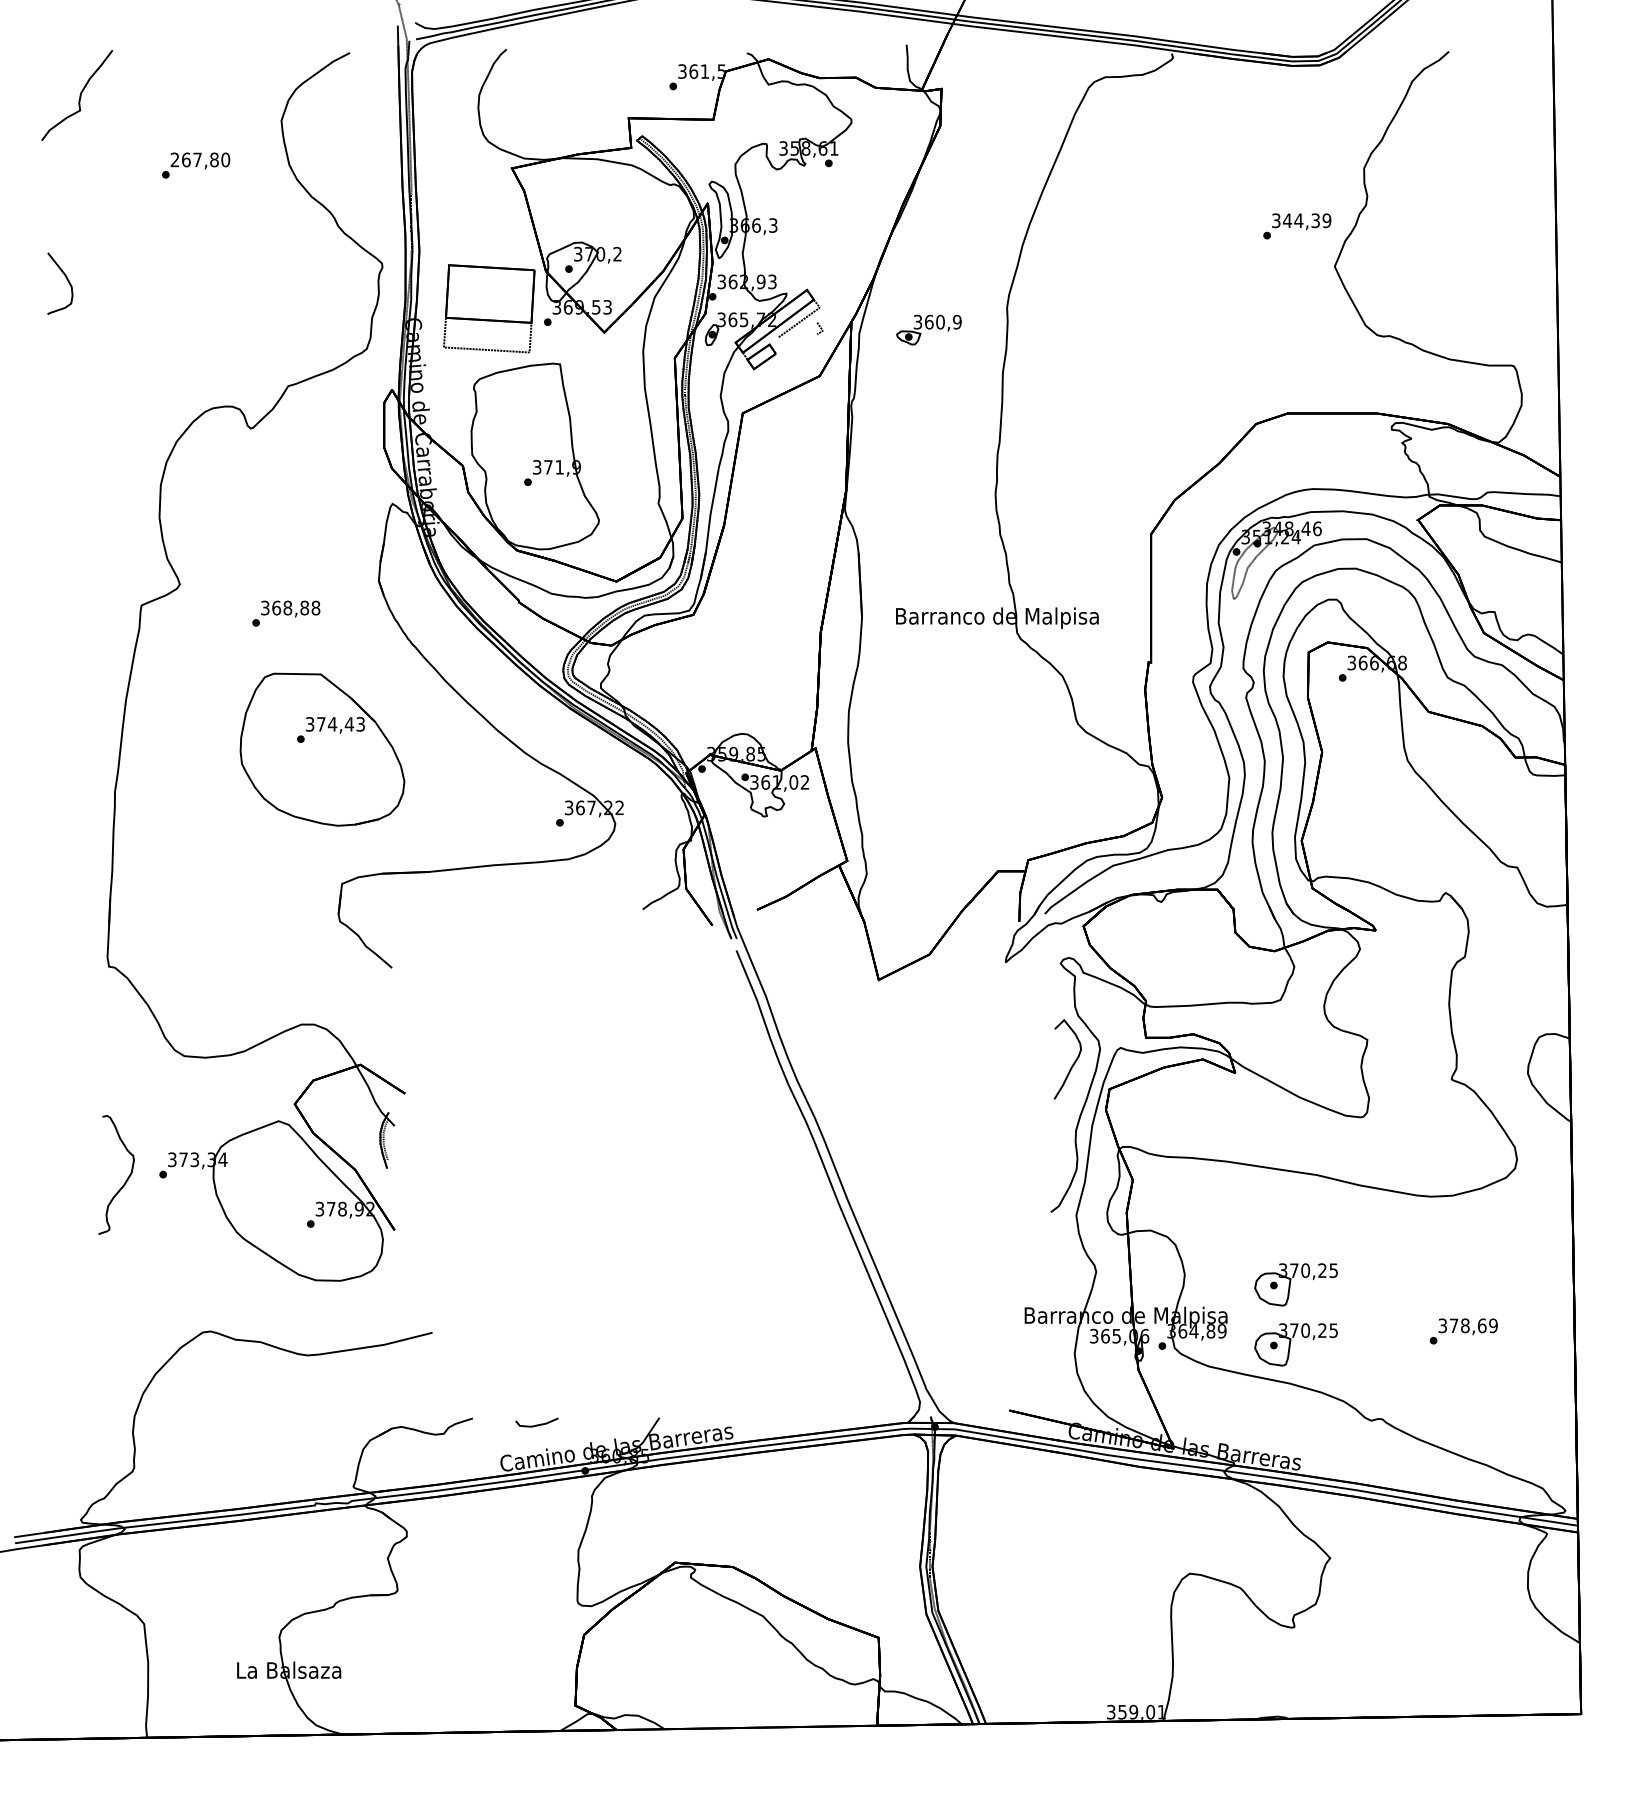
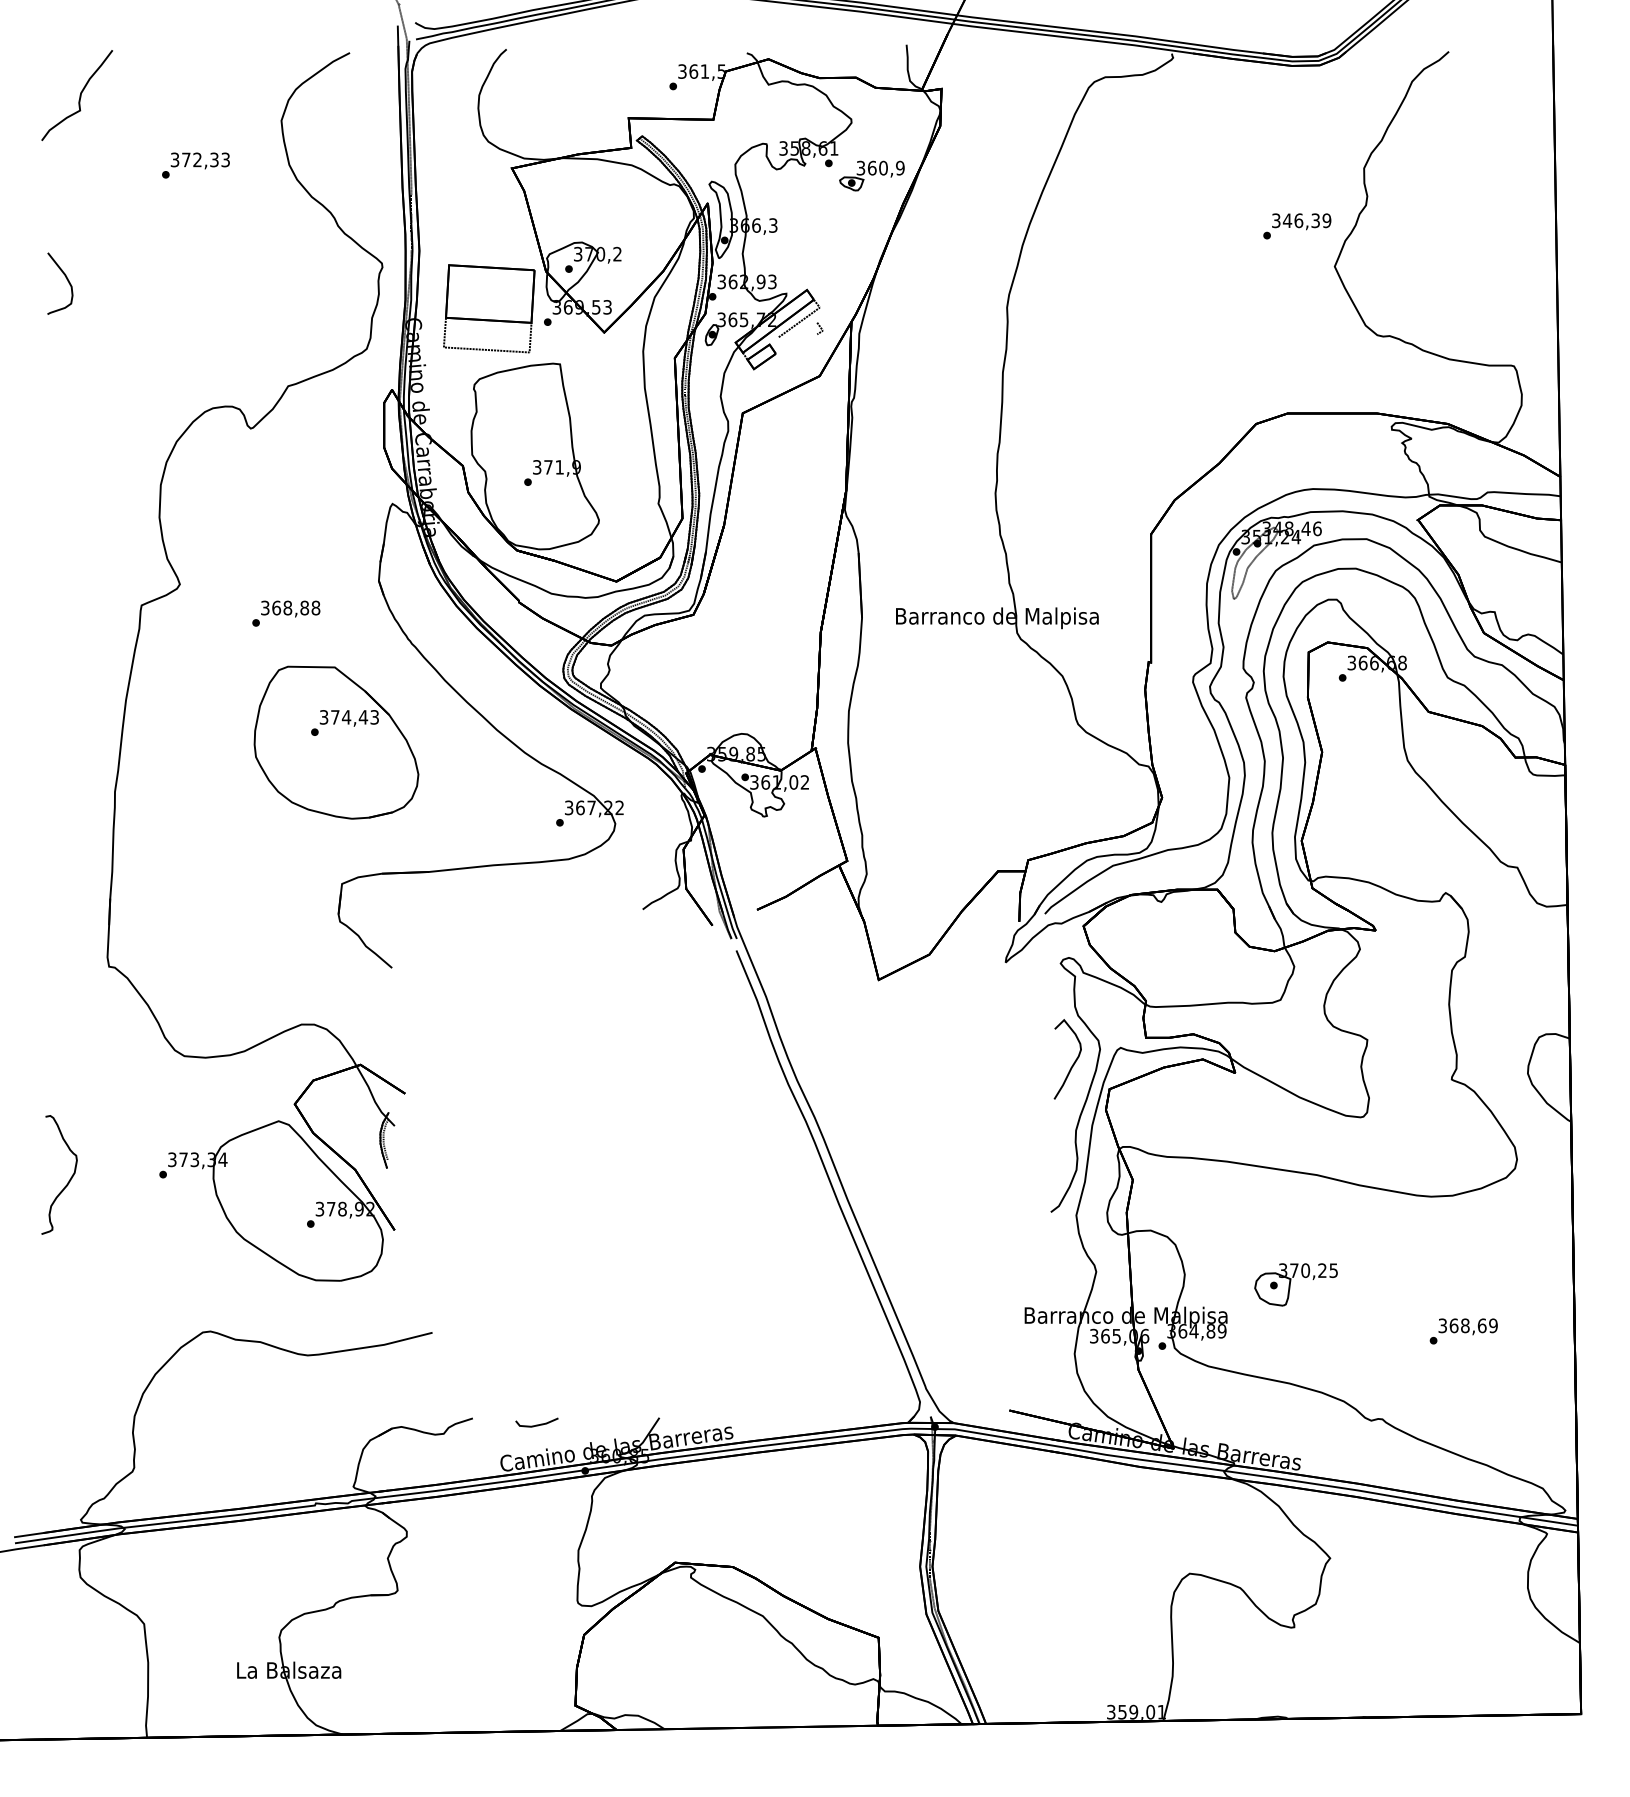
text at (200, 159): 267,80 -> 372,33
text at (1298, 220): 344,39 -> 346,39
part at (928, 329) position: (928, 329) -> (871, 175)
part at (322, 749) position: (322, 749) -> (336, 742)
part at (126, 1179) position: (126, 1179) -> (69, 1179)
text at (1453, 1325): 378,69 -> 368,69
part at (1295, 1344): present -> none
